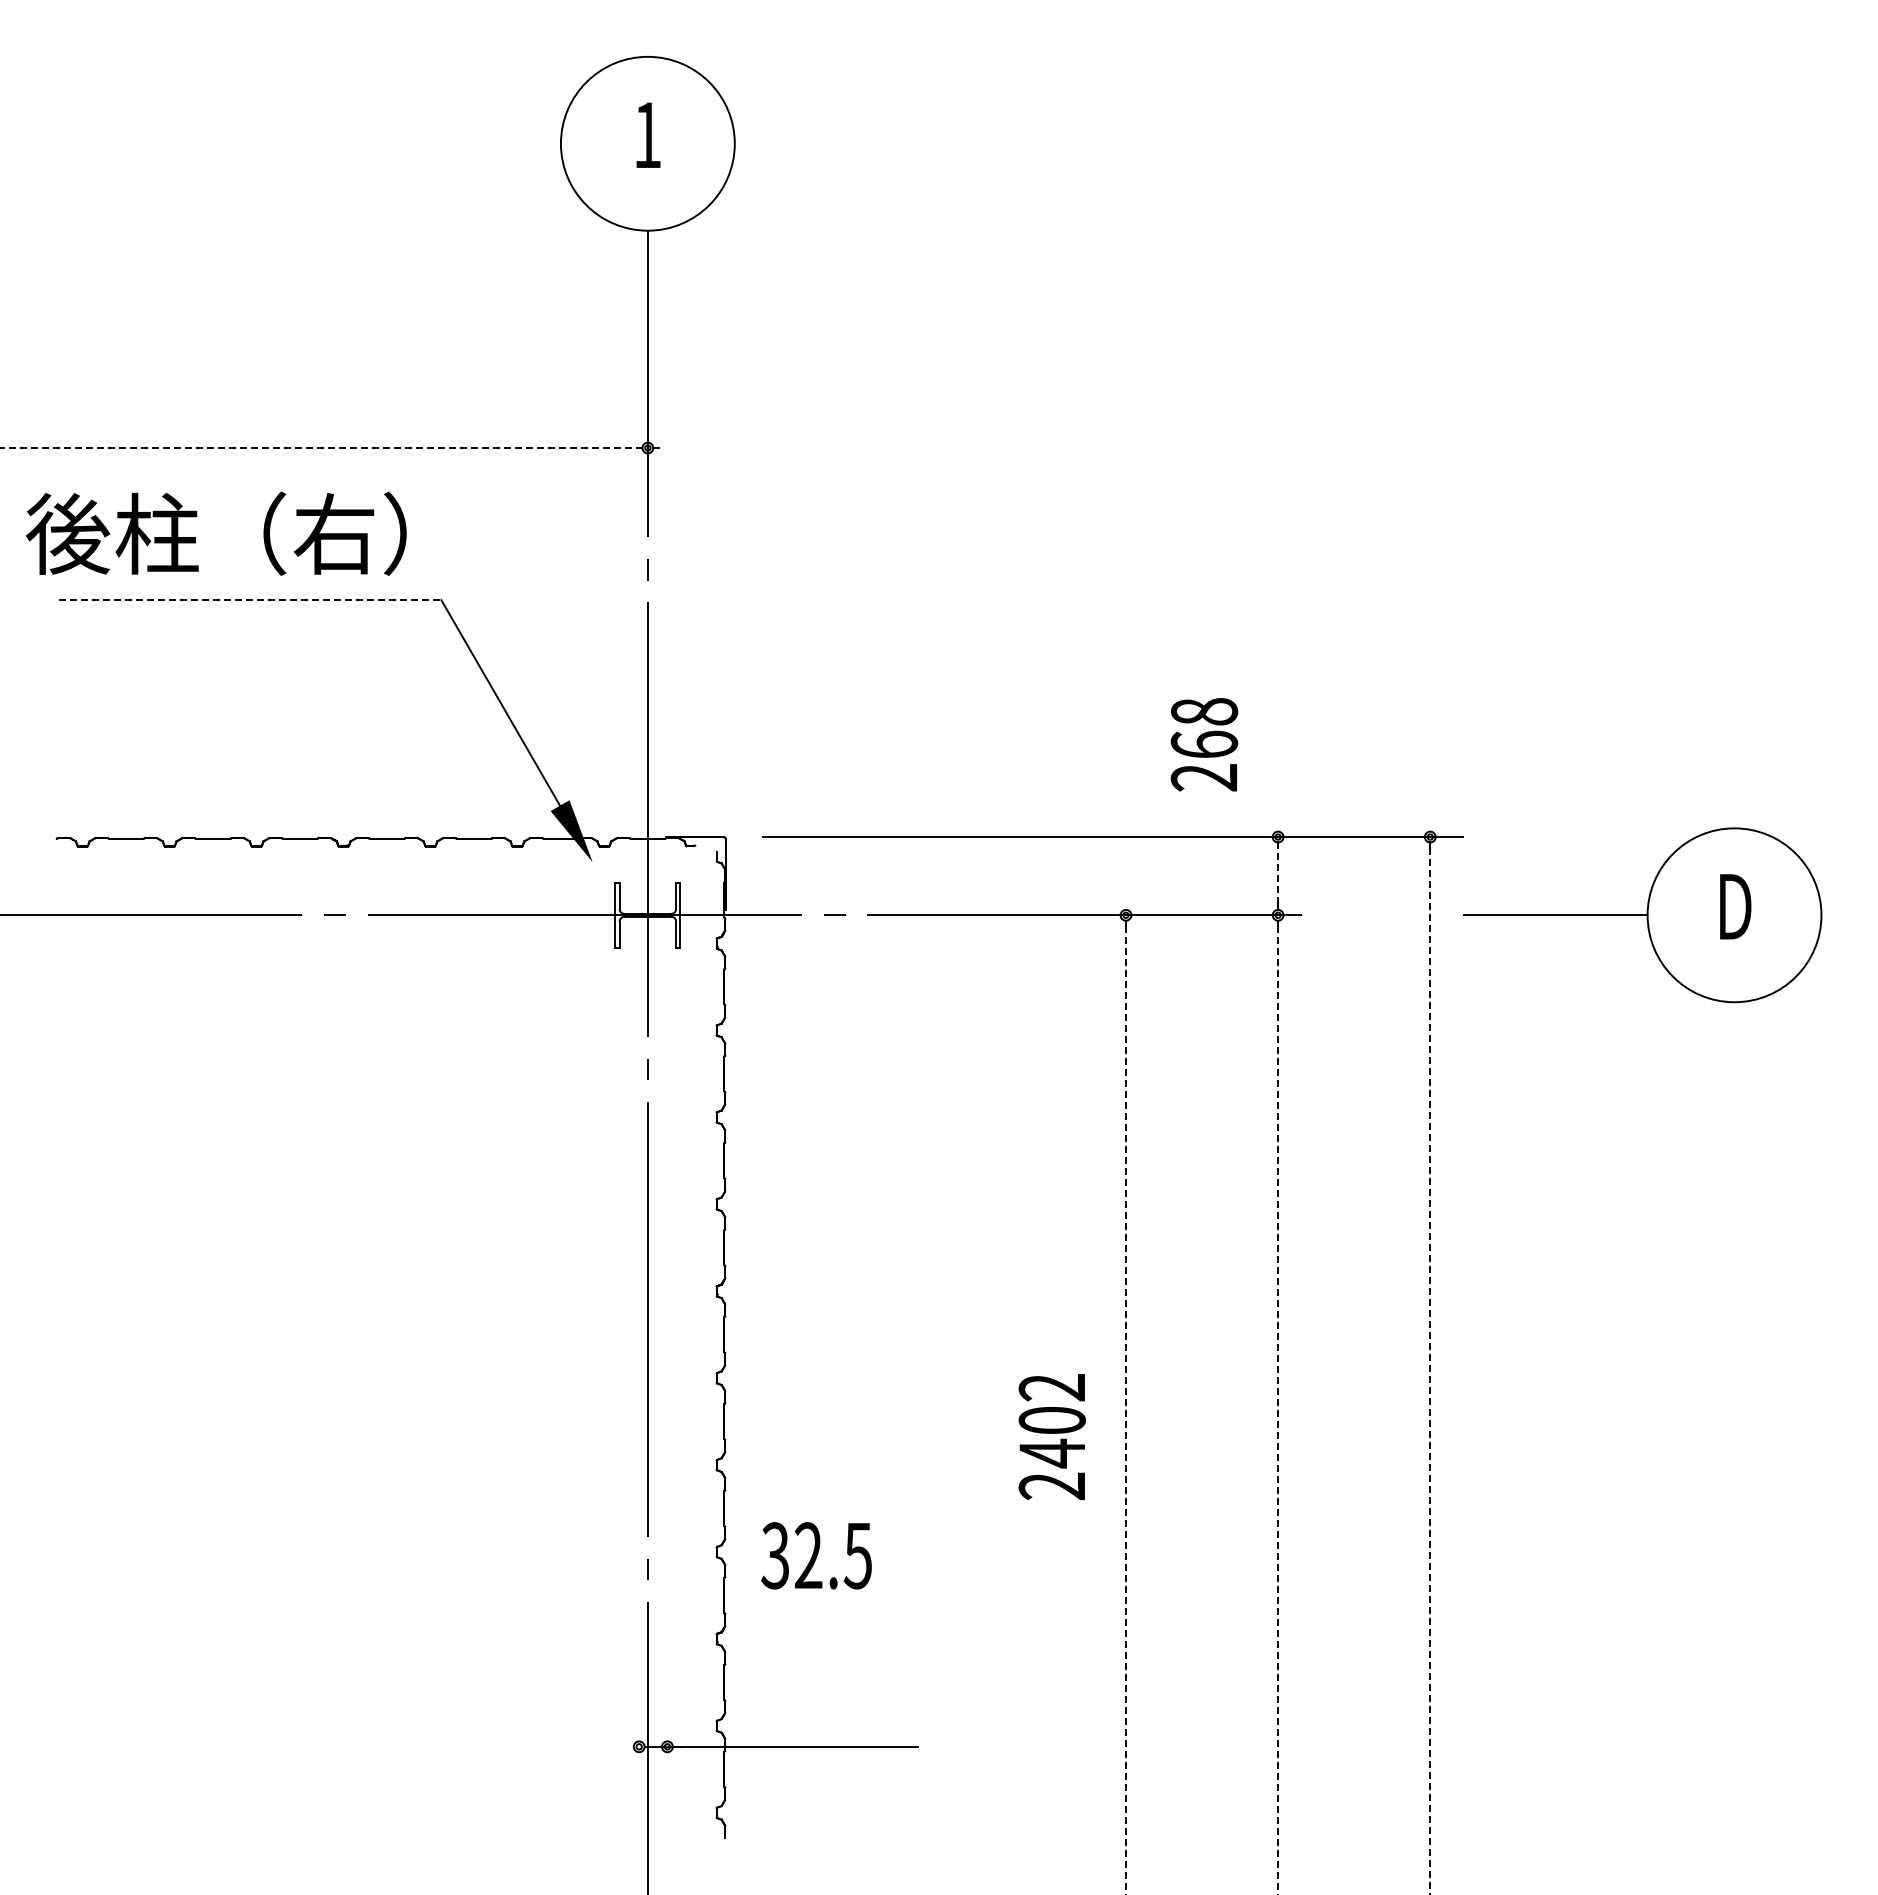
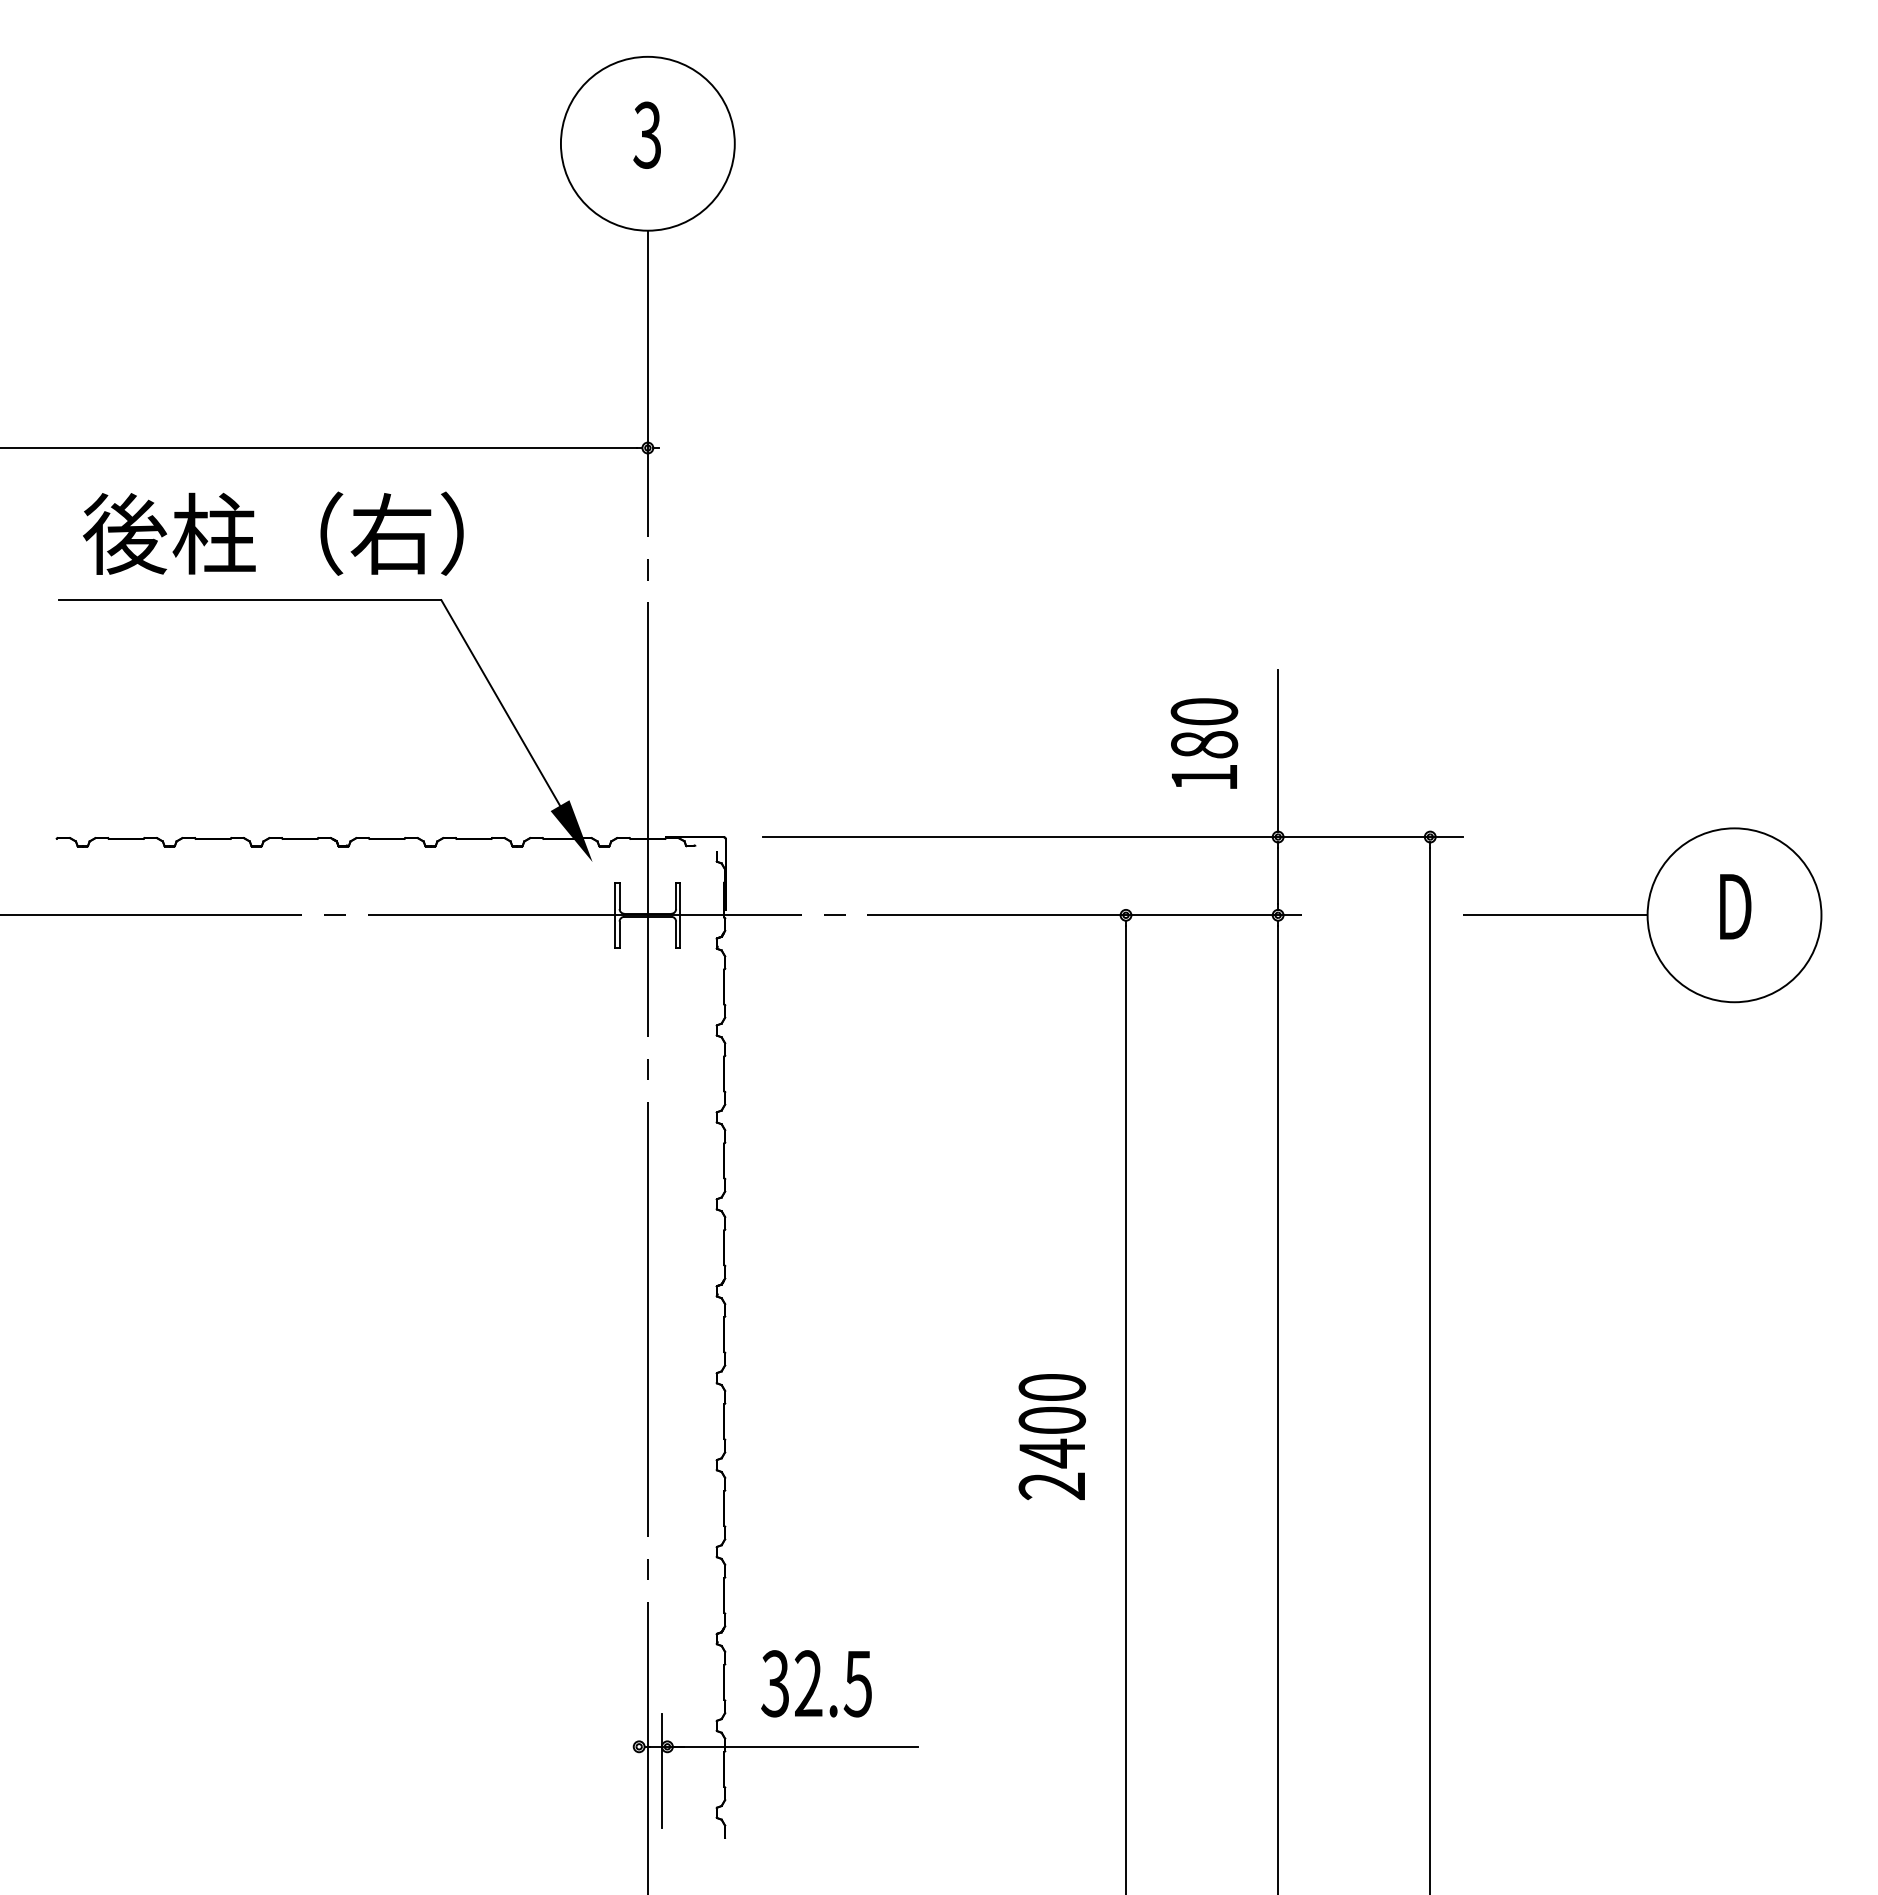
text at (646, 134): 1 -> 3
line at (319, 448): dashed -> solid
text at (216, 533) position: (216, 533) -> (273, 533)
line at (250, 600): dashed -> solid
text at (1204, 744): 268 -> 180
line at (1278, 750): none -> present
line at (1278, 875): dashed -> solid
line at (1430, 1371): dashed -> solid
text at (1052, 1387): 2402 -> 2400
line at (1126, 1410): dashed -> solid
line at (1278, 1410): dashed -> solid
text at (816, 1555) position: (816, 1555) -> (816, 1683)
line at (662, 1771): none -> present
